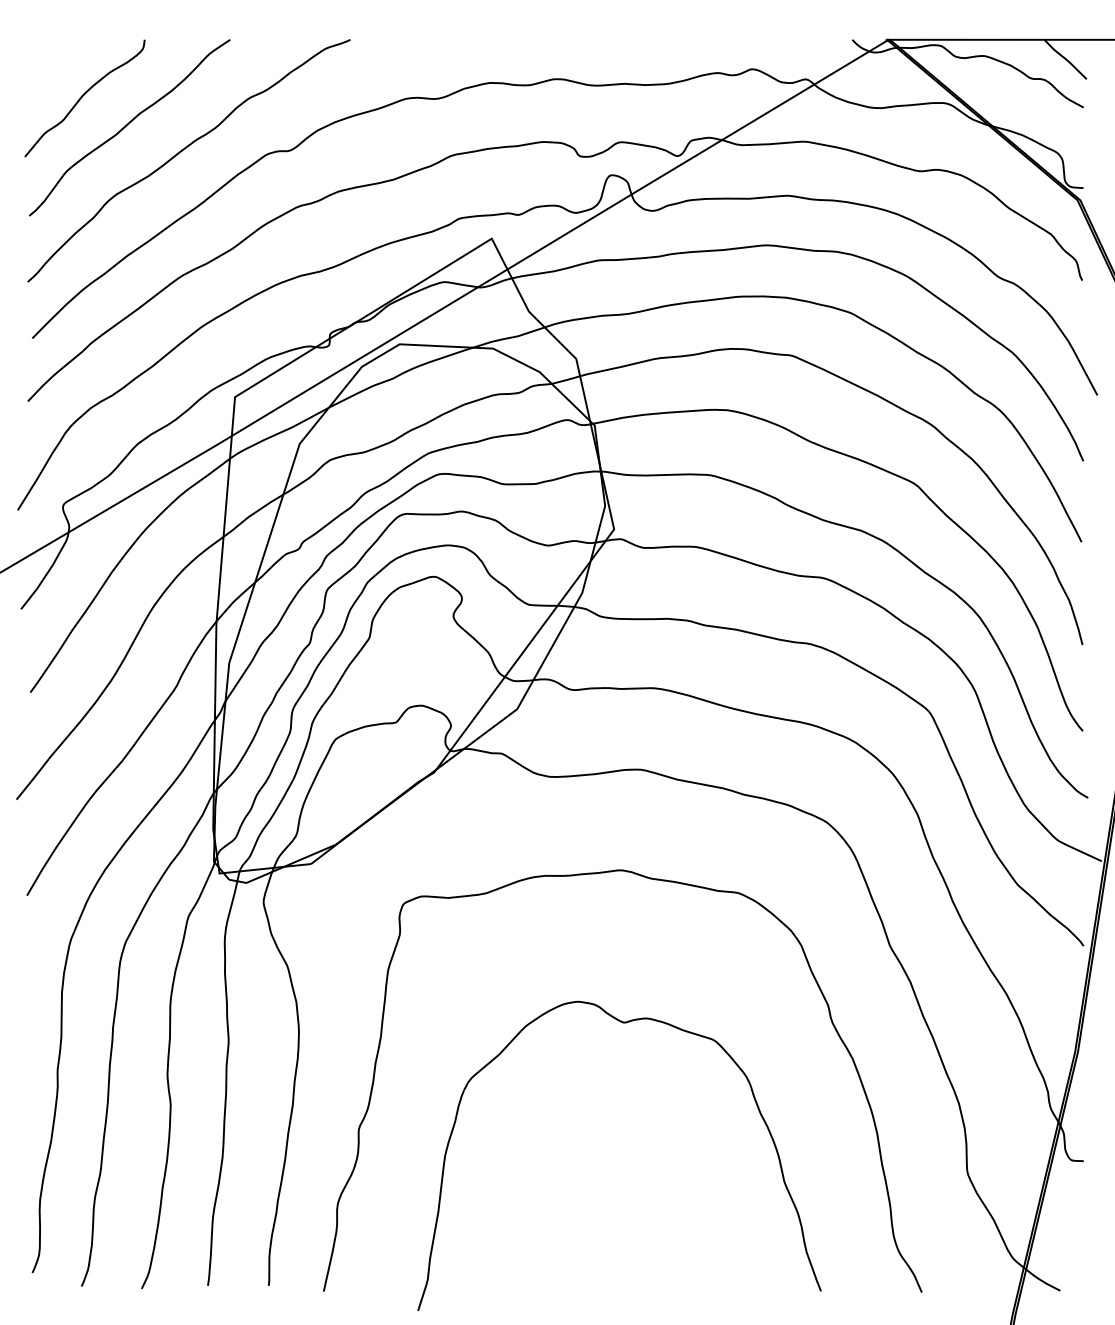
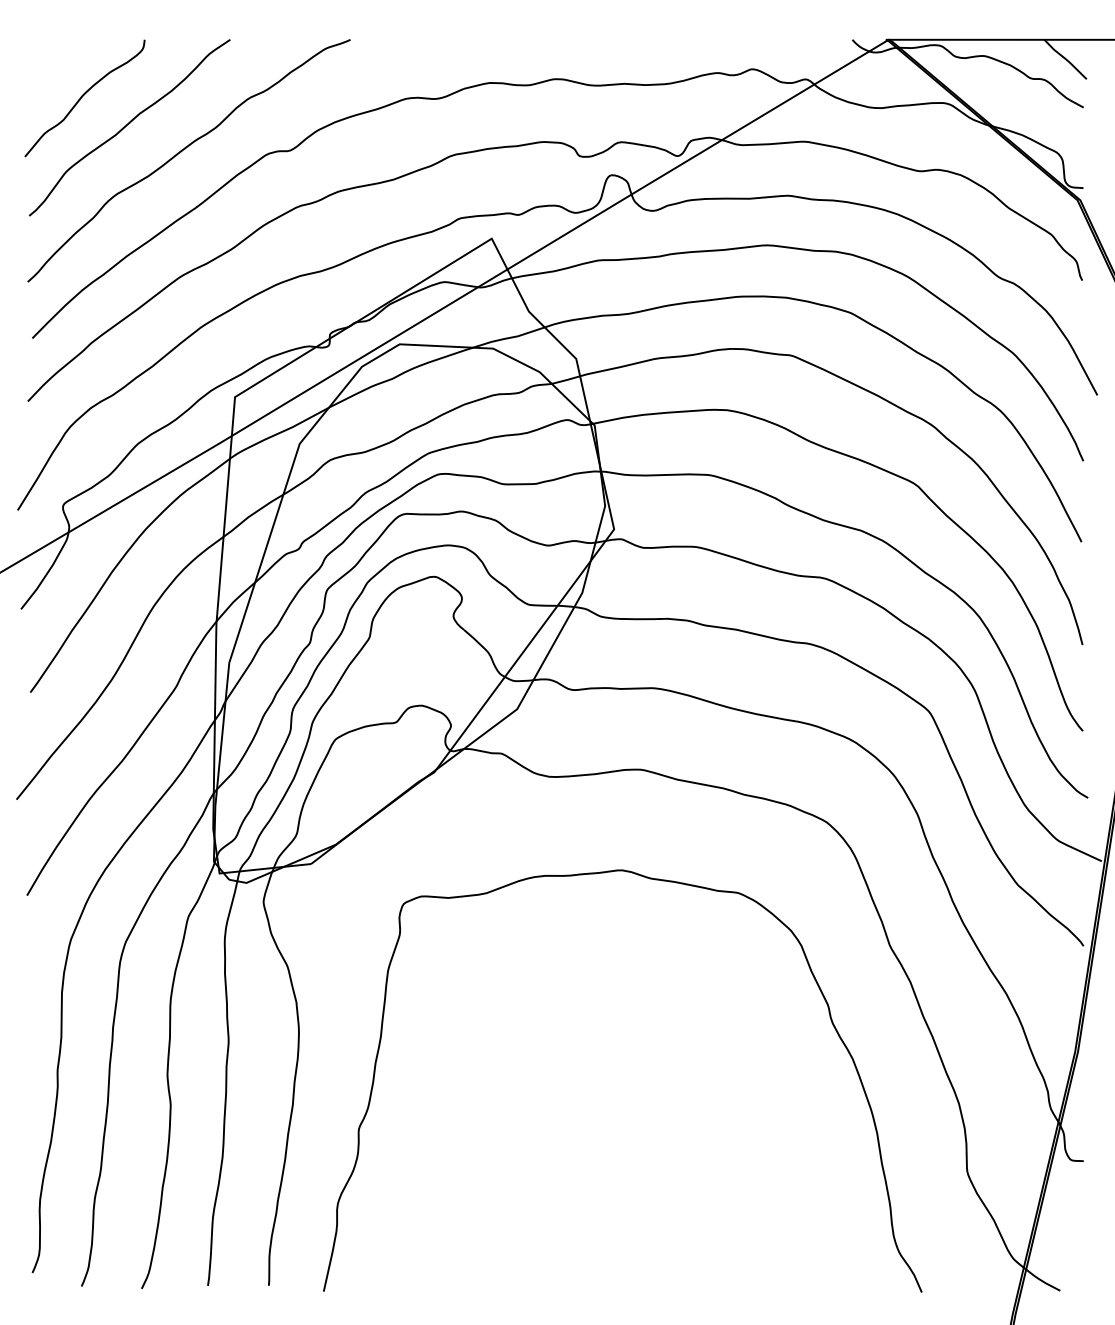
part at (622, 1023): present -> none
